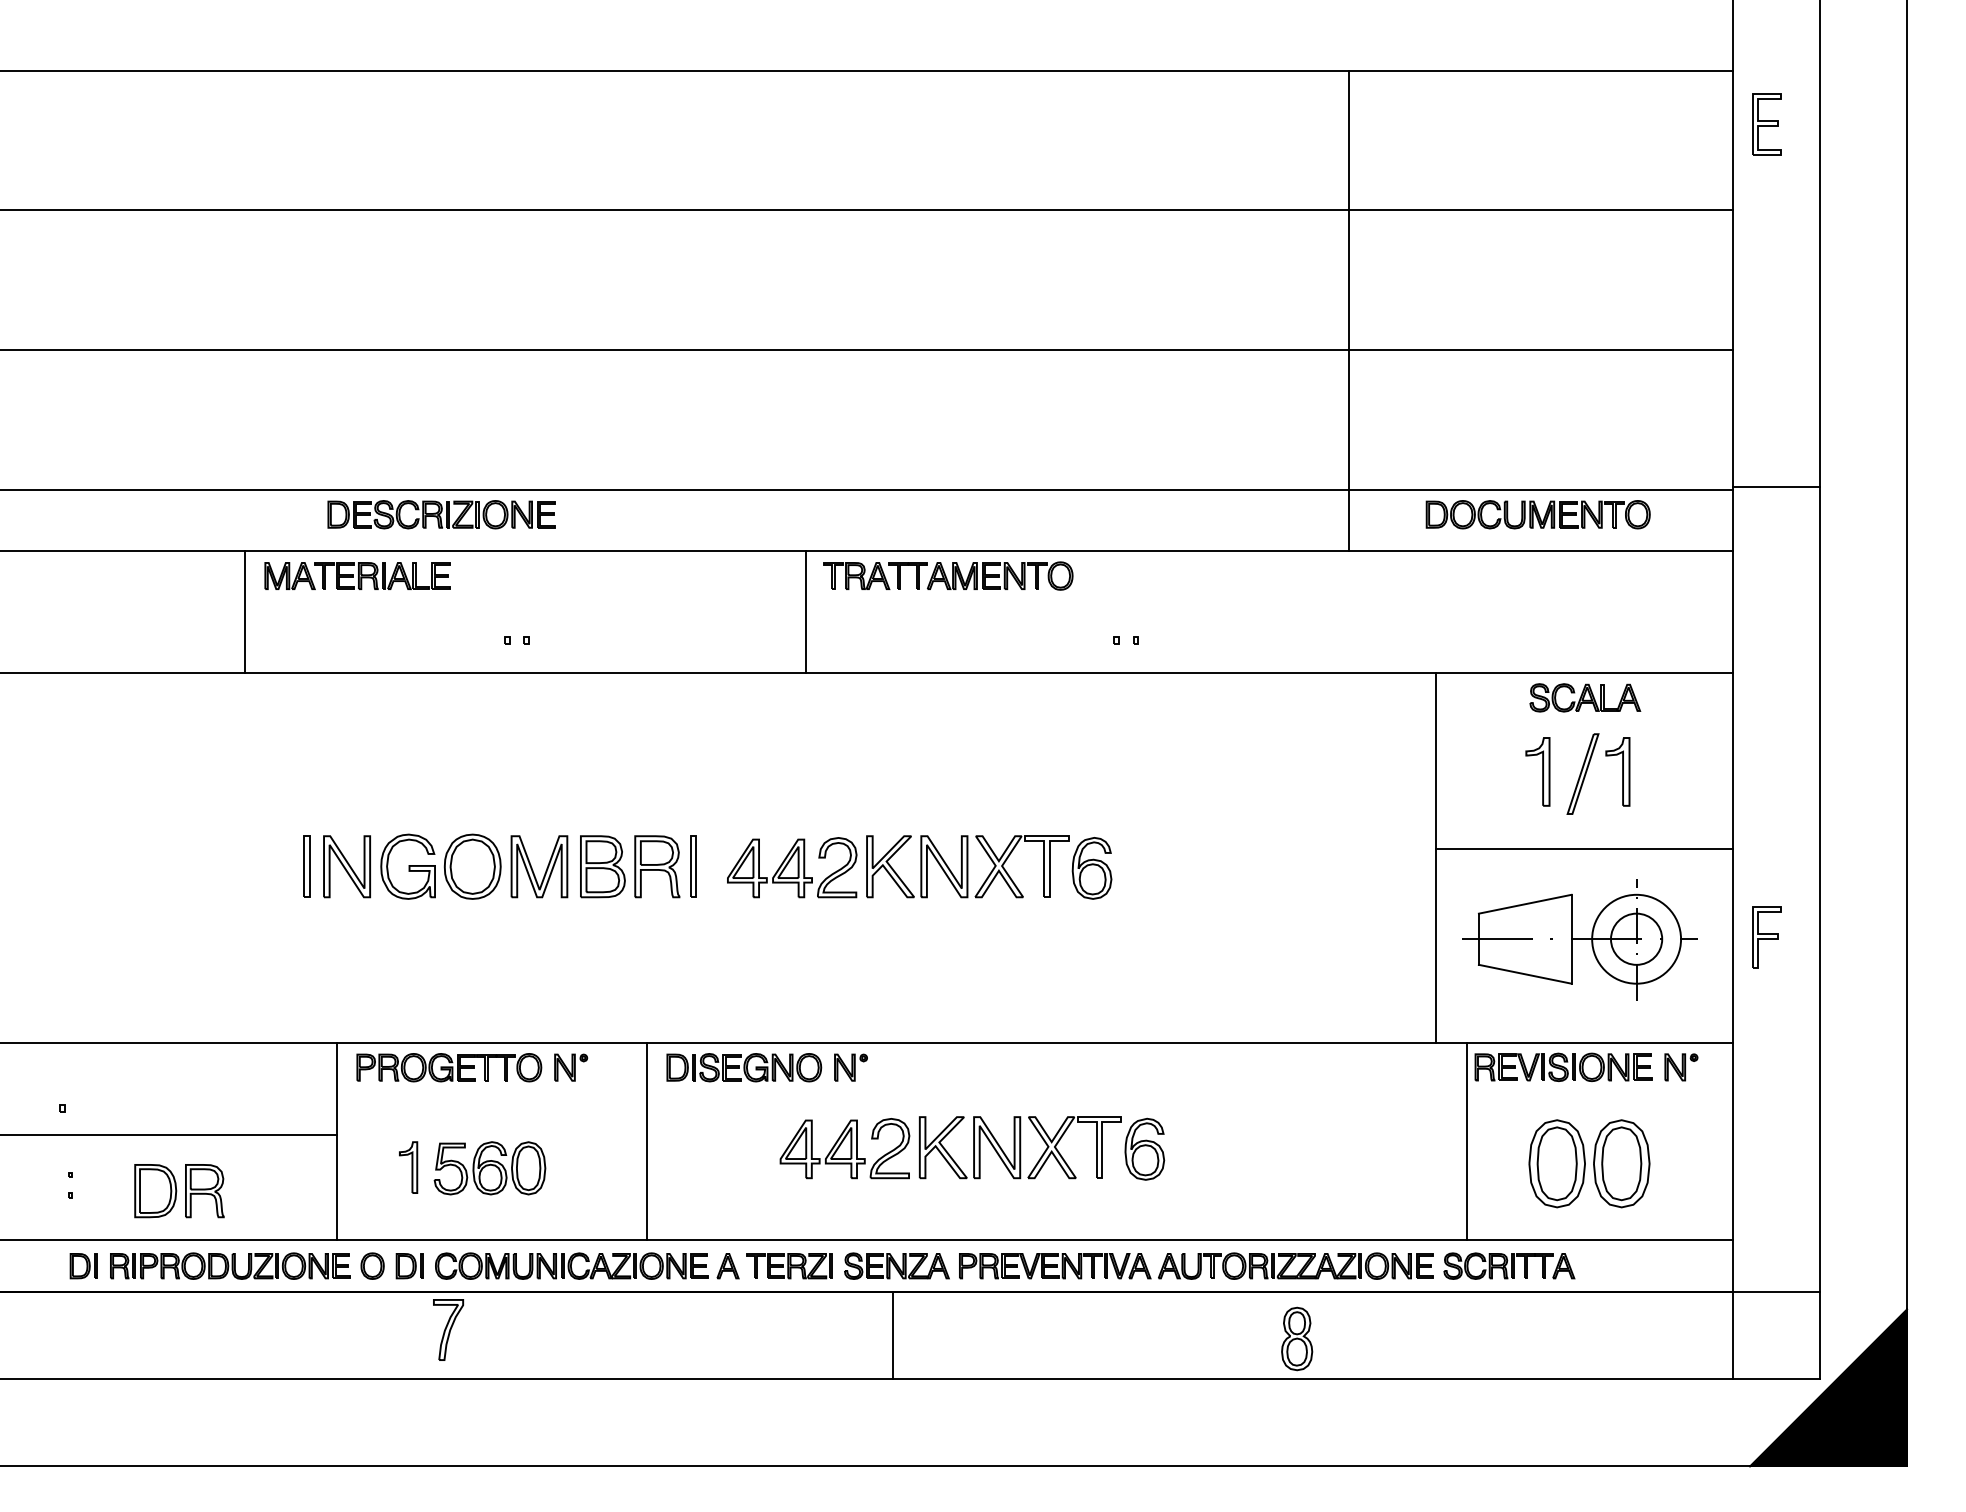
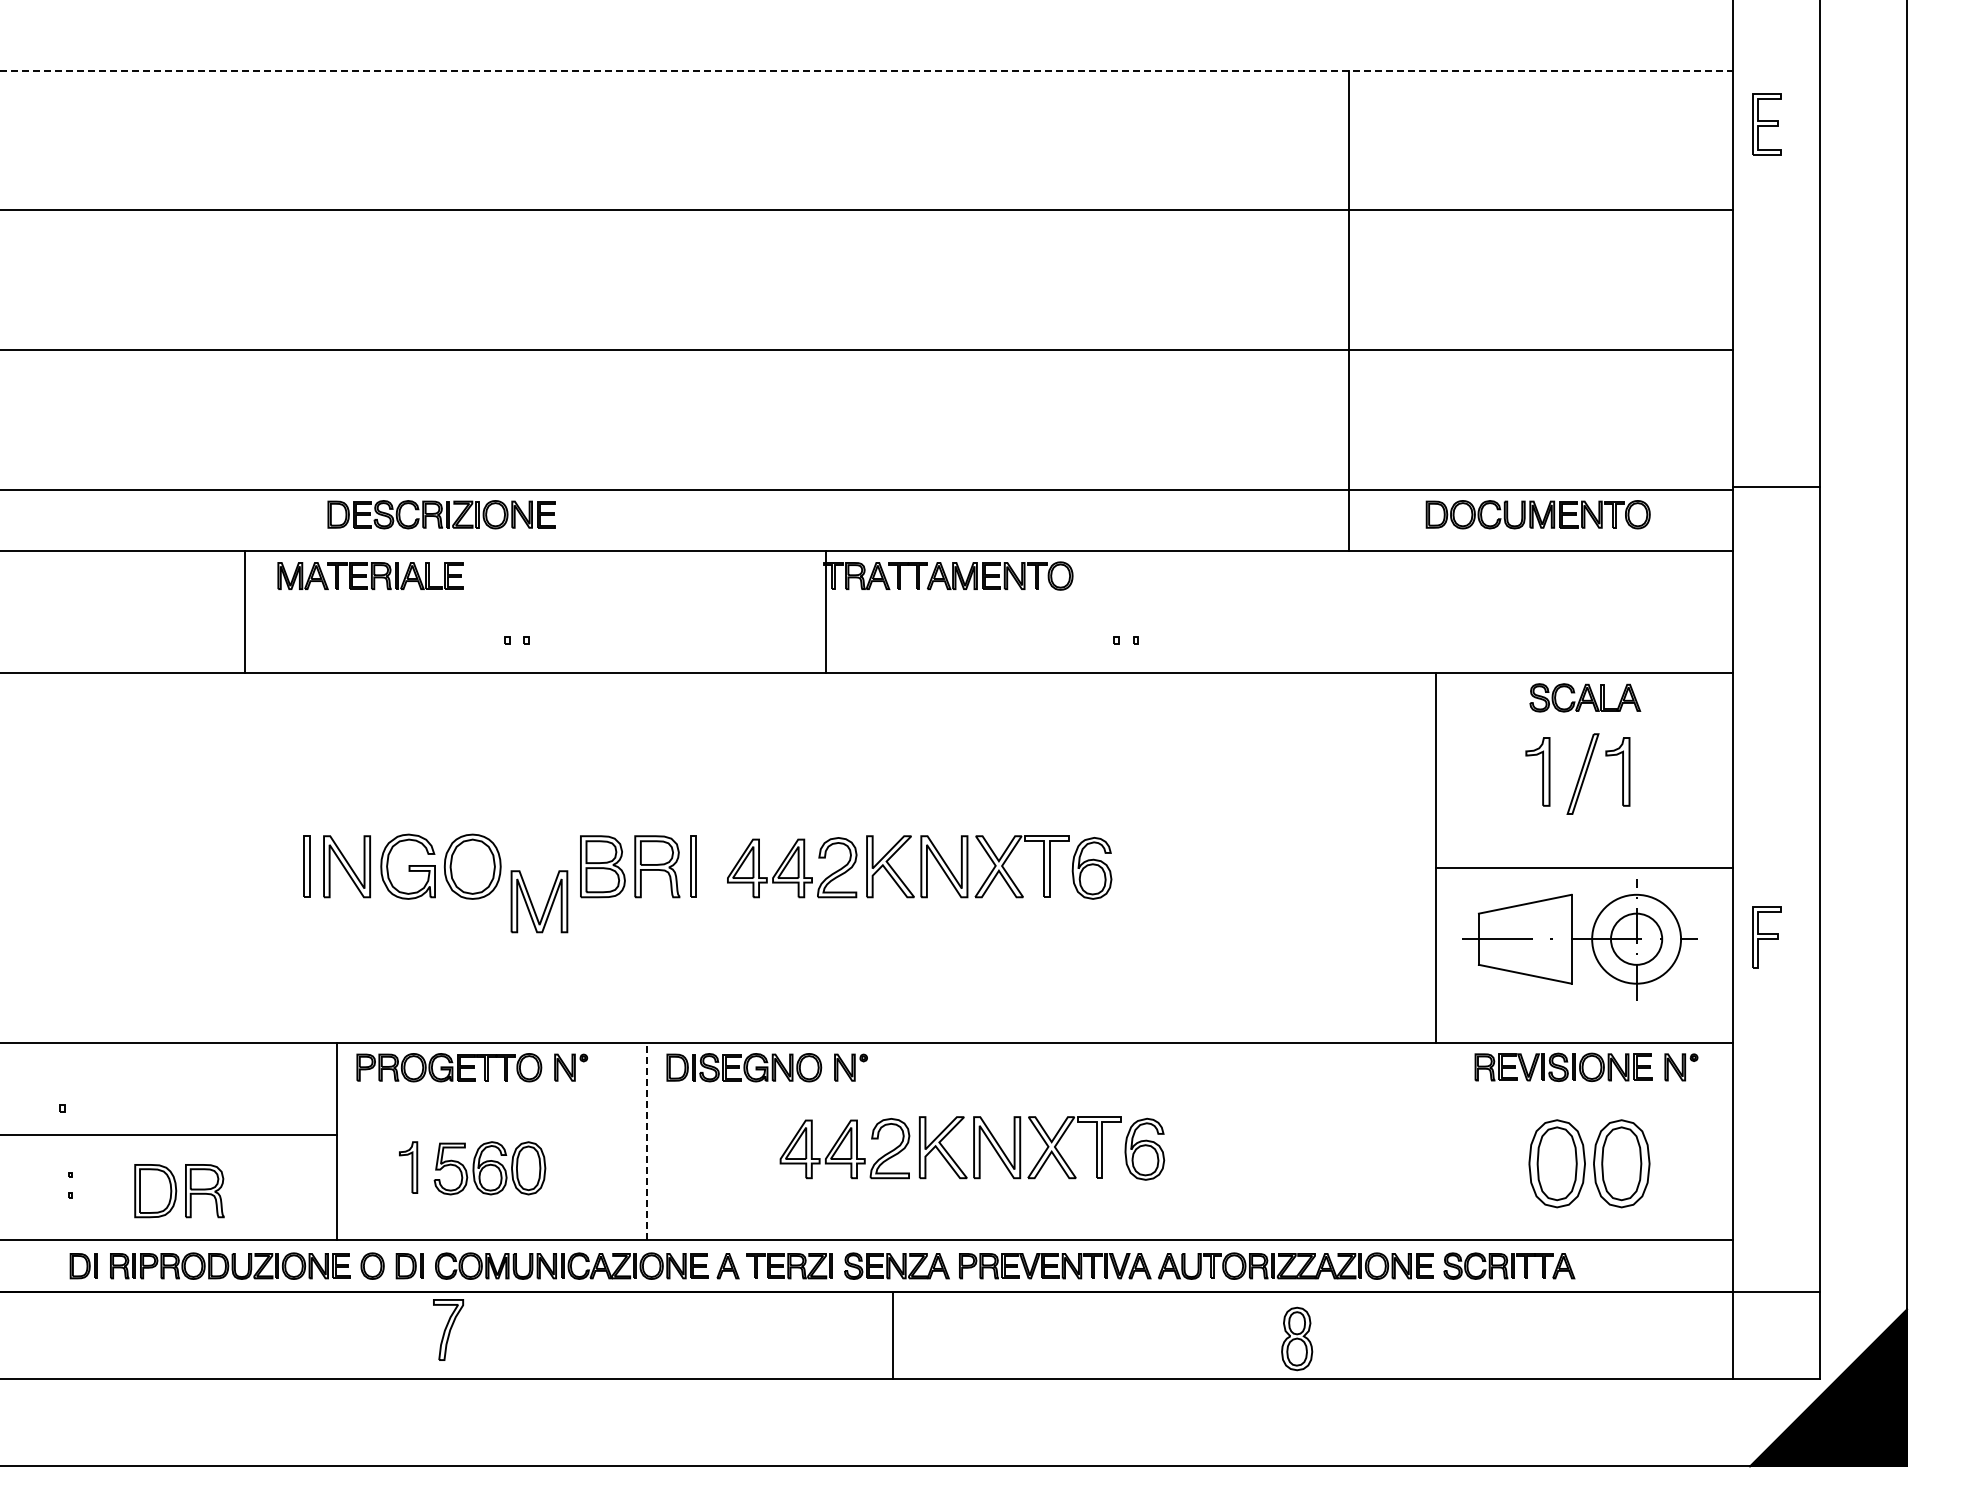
line at (866, 70): solid -> dashed
part at (357, 575) position: (357, 575) -> (370, 575)
line at (806, 611) position: (806, 611) -> (826, 611)
line at (1584, 849) position: (1584, 849) -> (1584, 868)
part at (532, 867) position: (532, 867) -> (532, 902)
line at (1467, 1140): present -> none
line at (647, 1141): solid -> dashed
